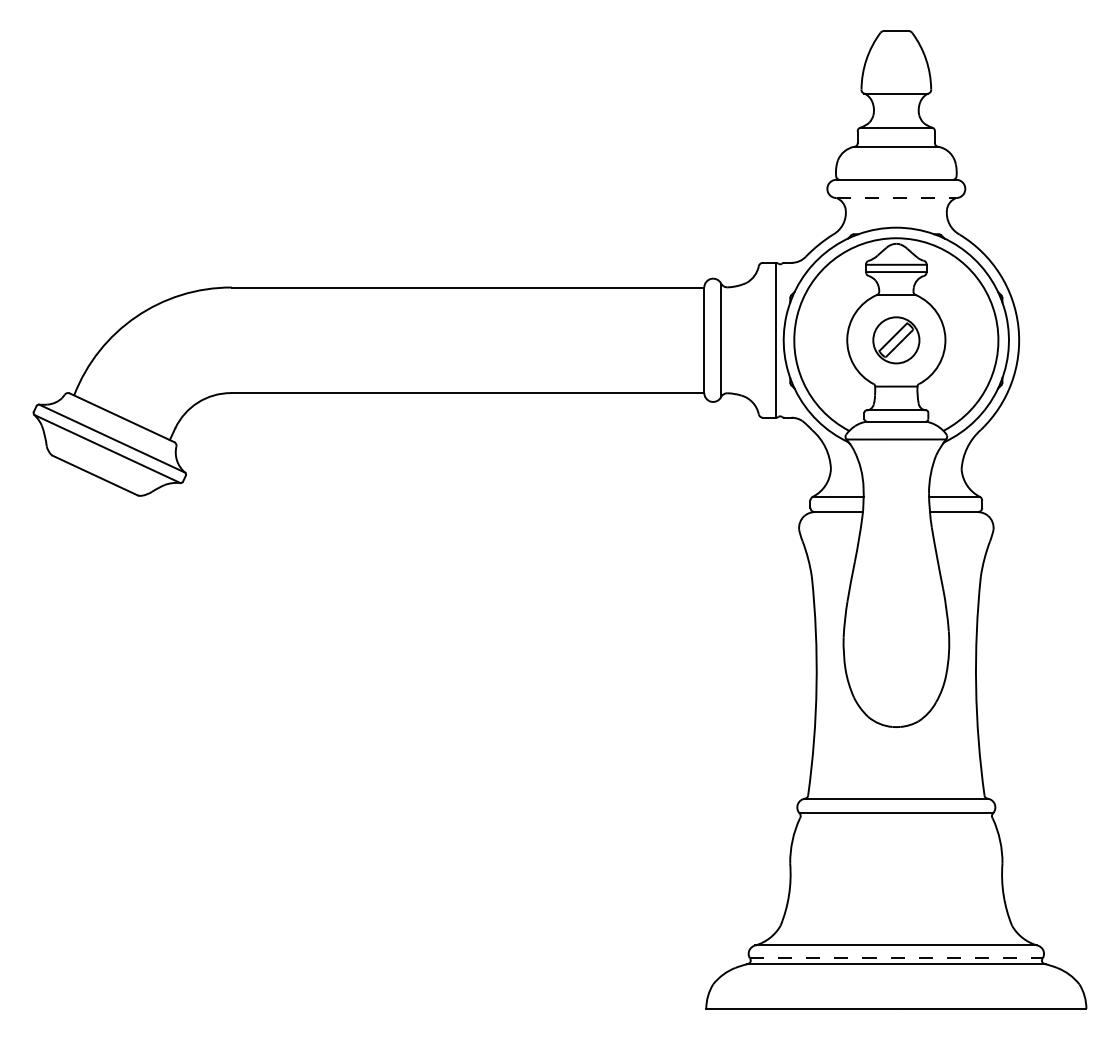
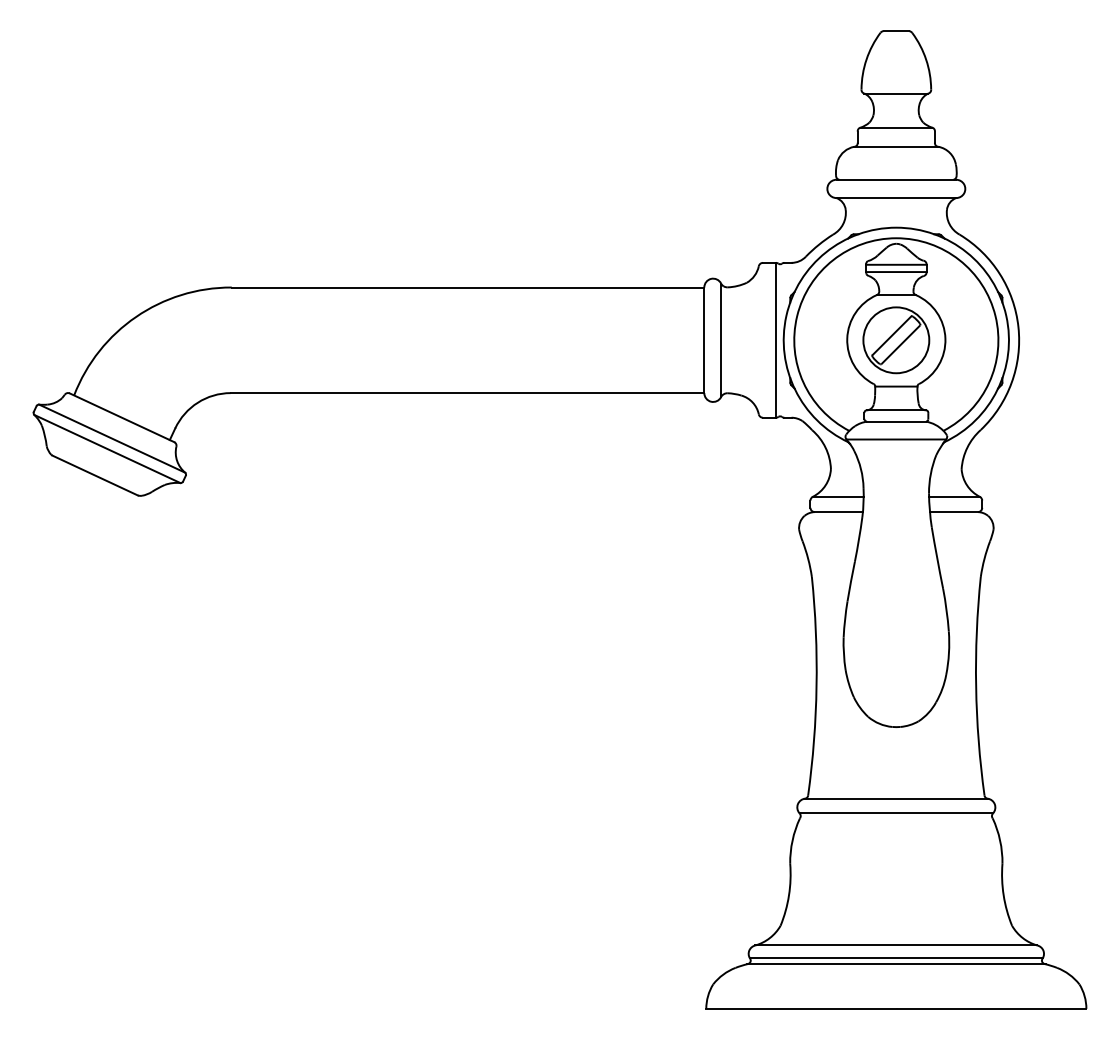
line at (896, 198): dashed -> solid
part at (896, 340) size: 49x49 px -> 69x69 px
line at (896, 958): dashed -> solid
